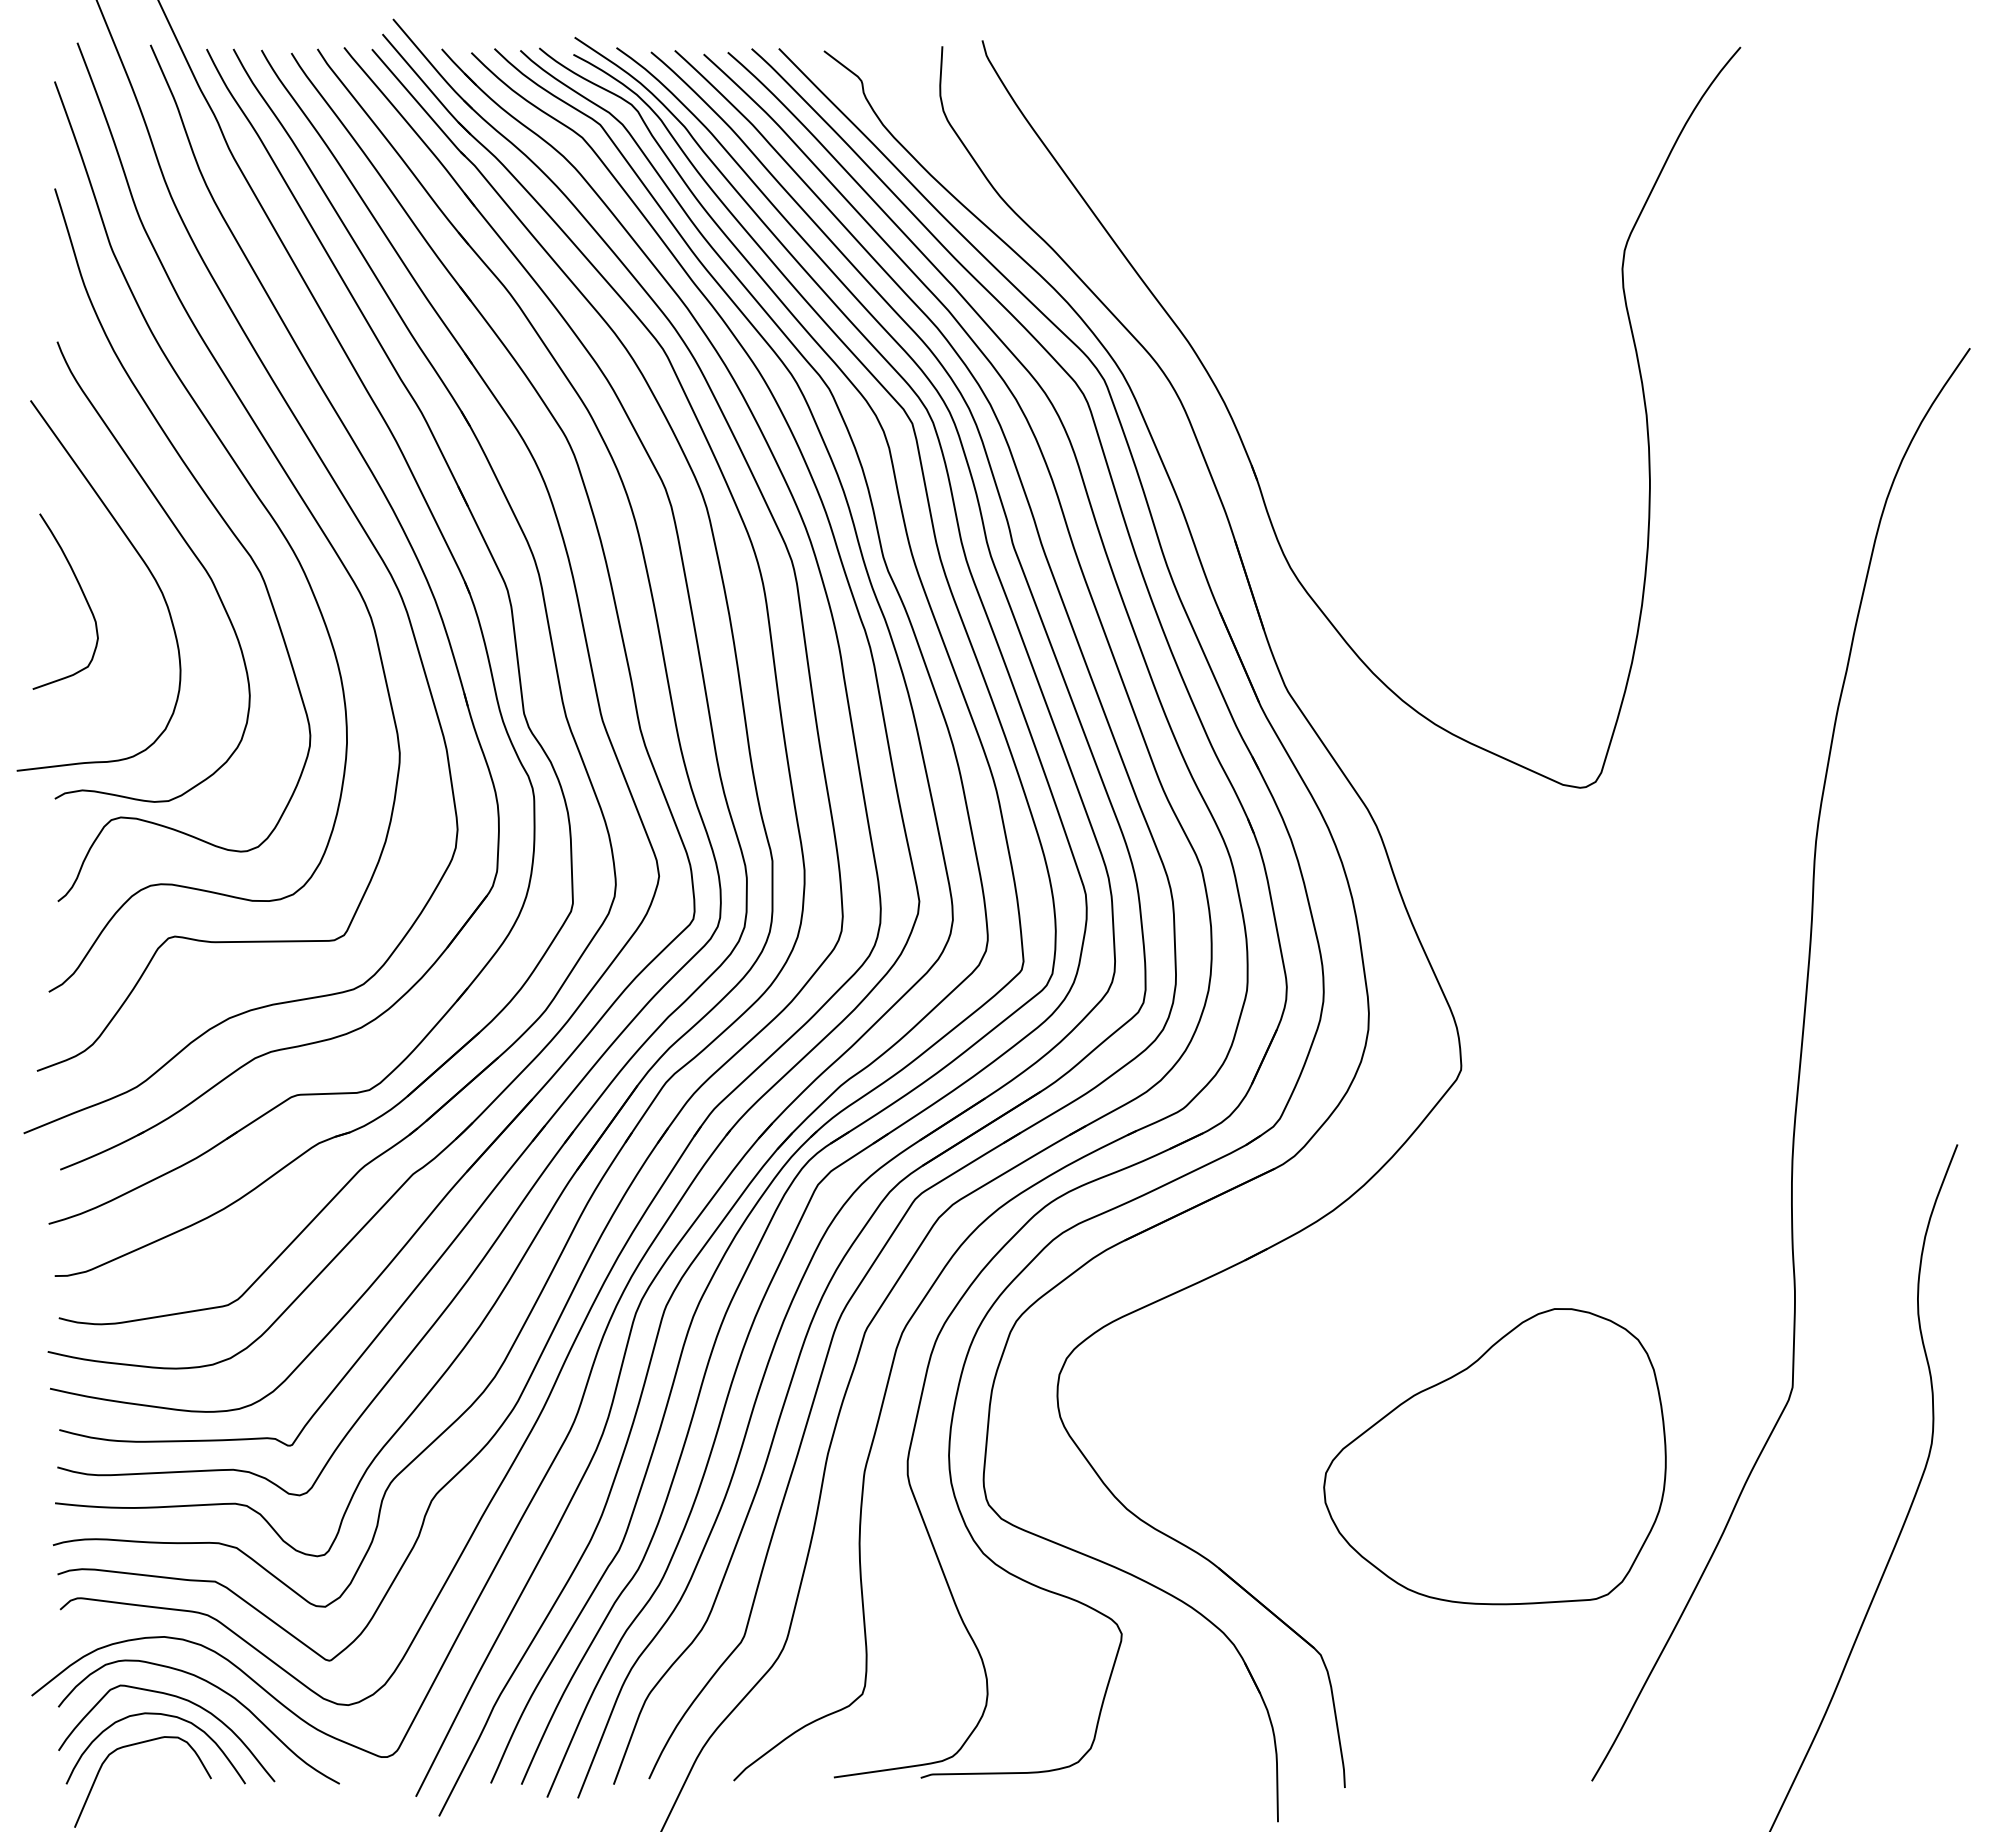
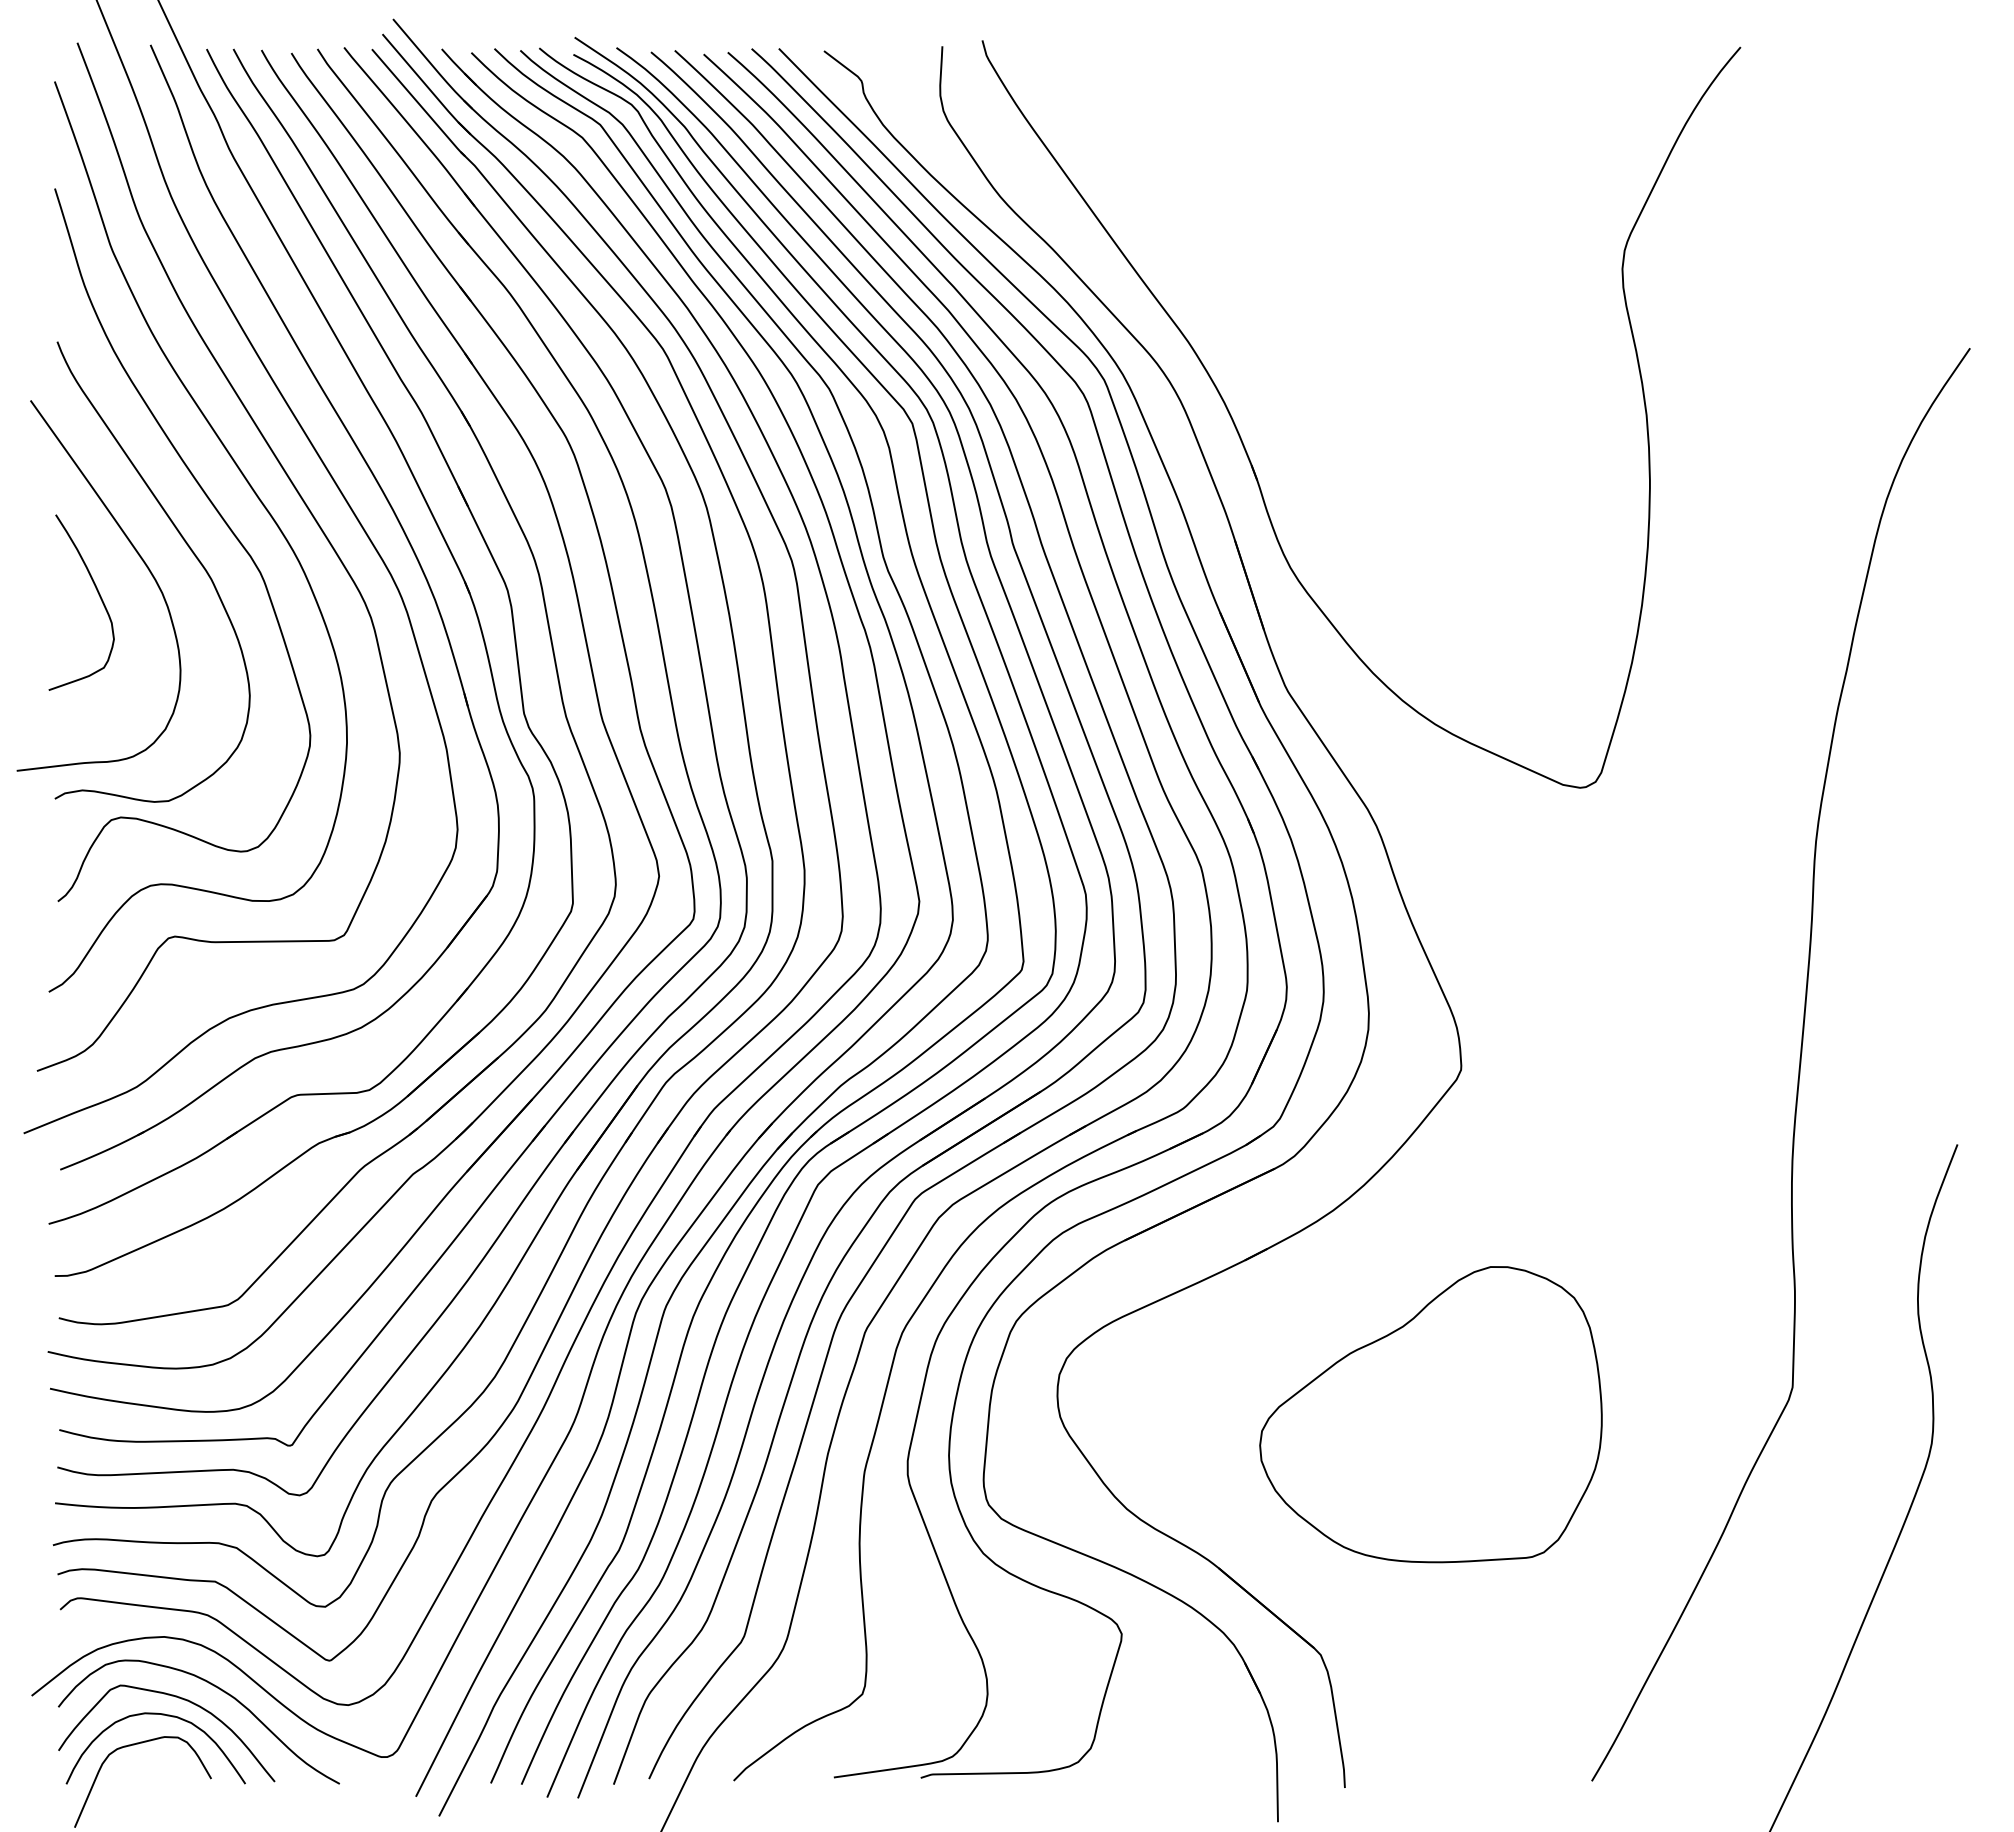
curve at (82, 594) position: (82, 594) -> (98, 595)
part at (1494, 1456) position: (1494, 1456) -> (1430, 1414)
